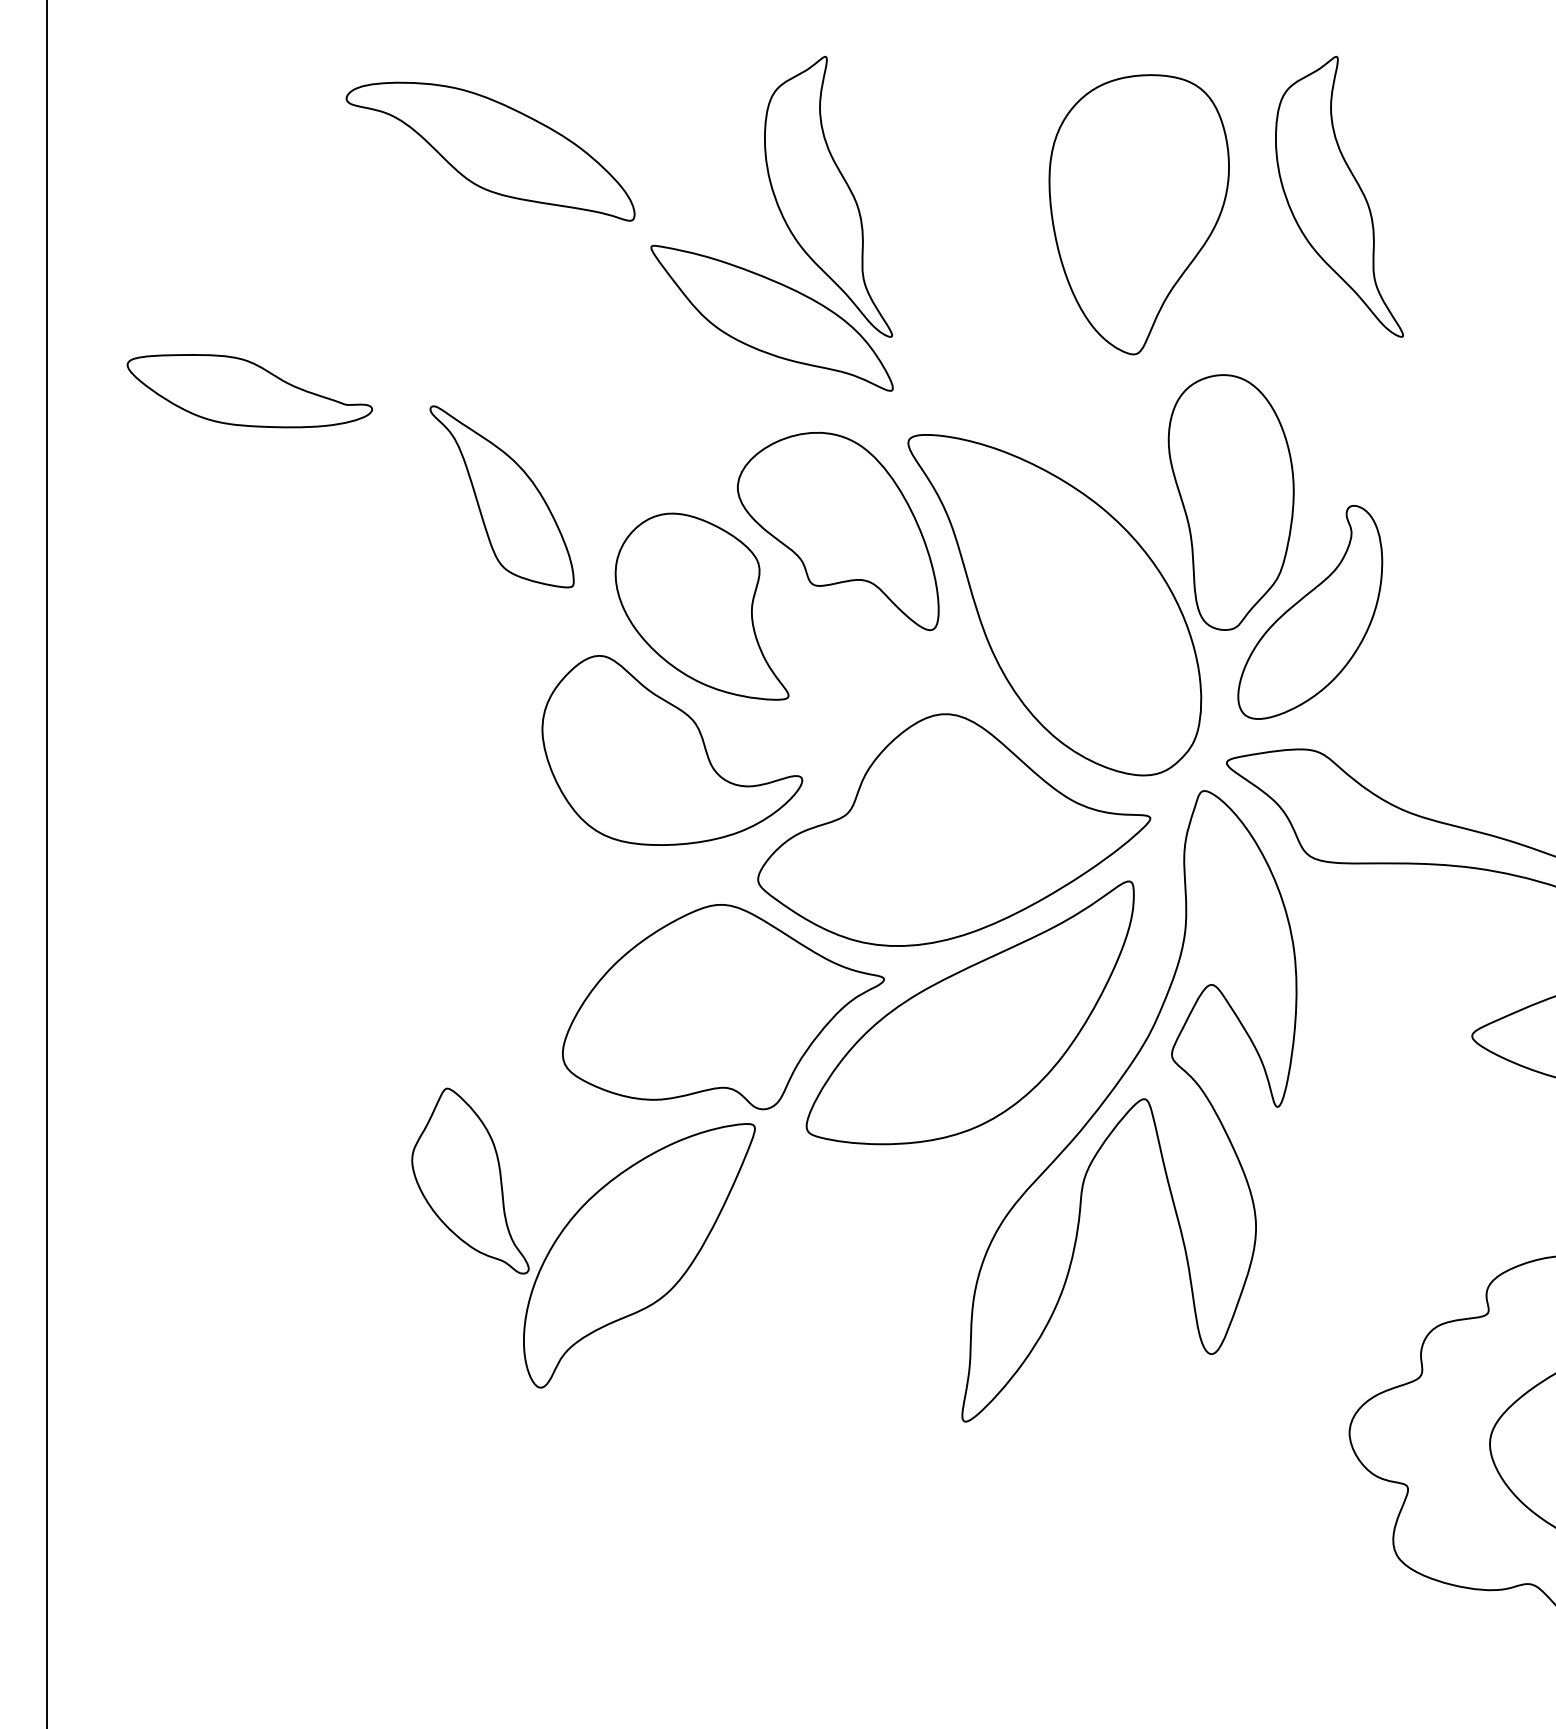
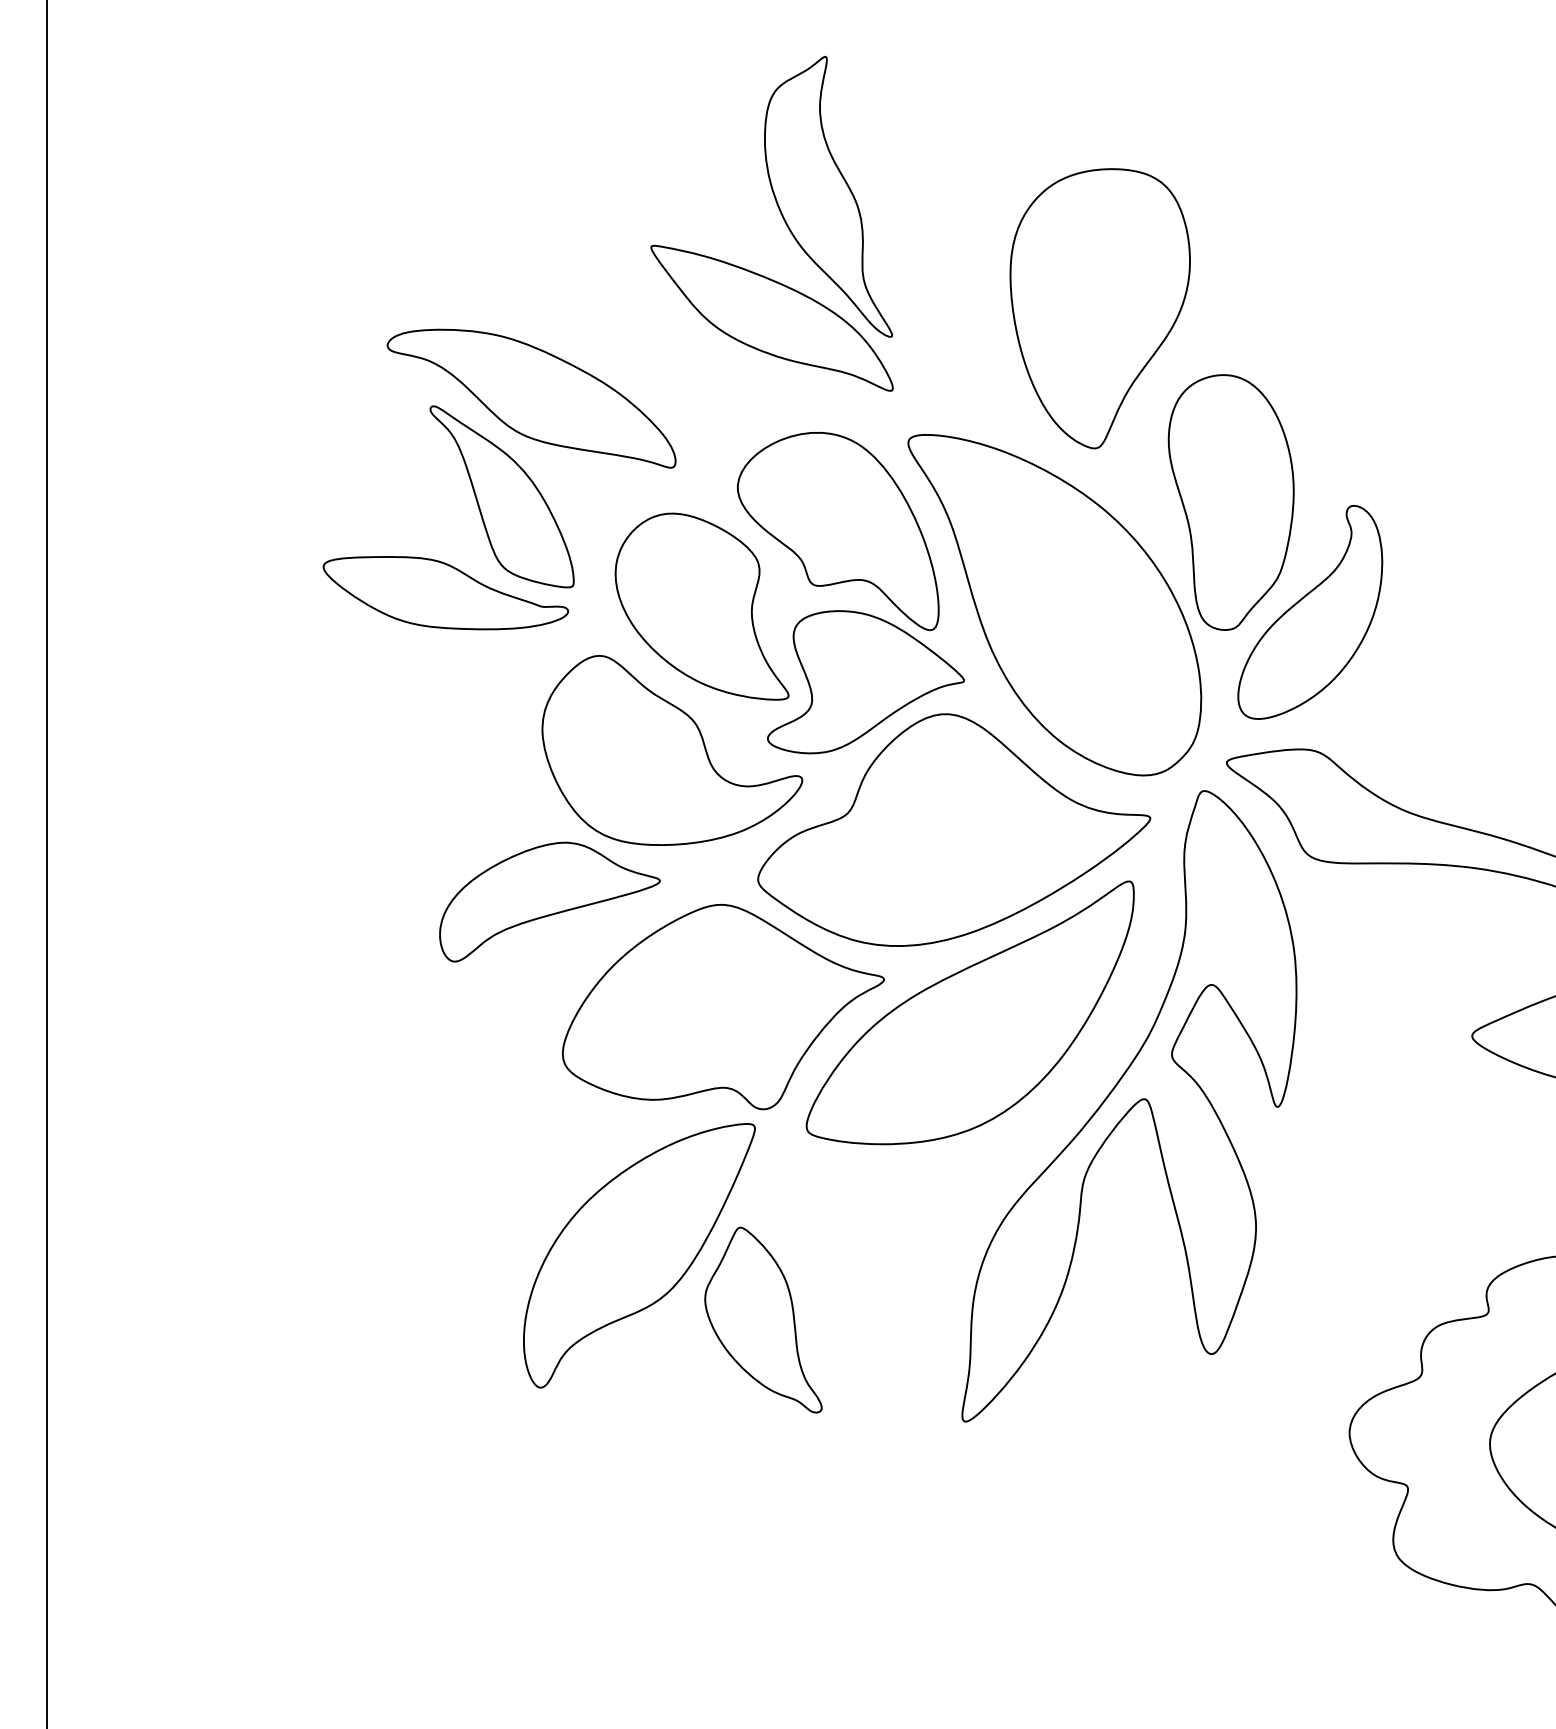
part at (490, 151) position: (490, 151) -> (531, 398)
part at (1339, 196): present -> none
part at (1138, 214) position: (1138, 214) -> (1099, 308)
part at (249, 391) position: (249, 391) -> (445, 593)
part at (865, 682): none -> present
part at (549, 901): none -> present
part at (470, 1180) position: (470, 1180) -> (763, 1319)
